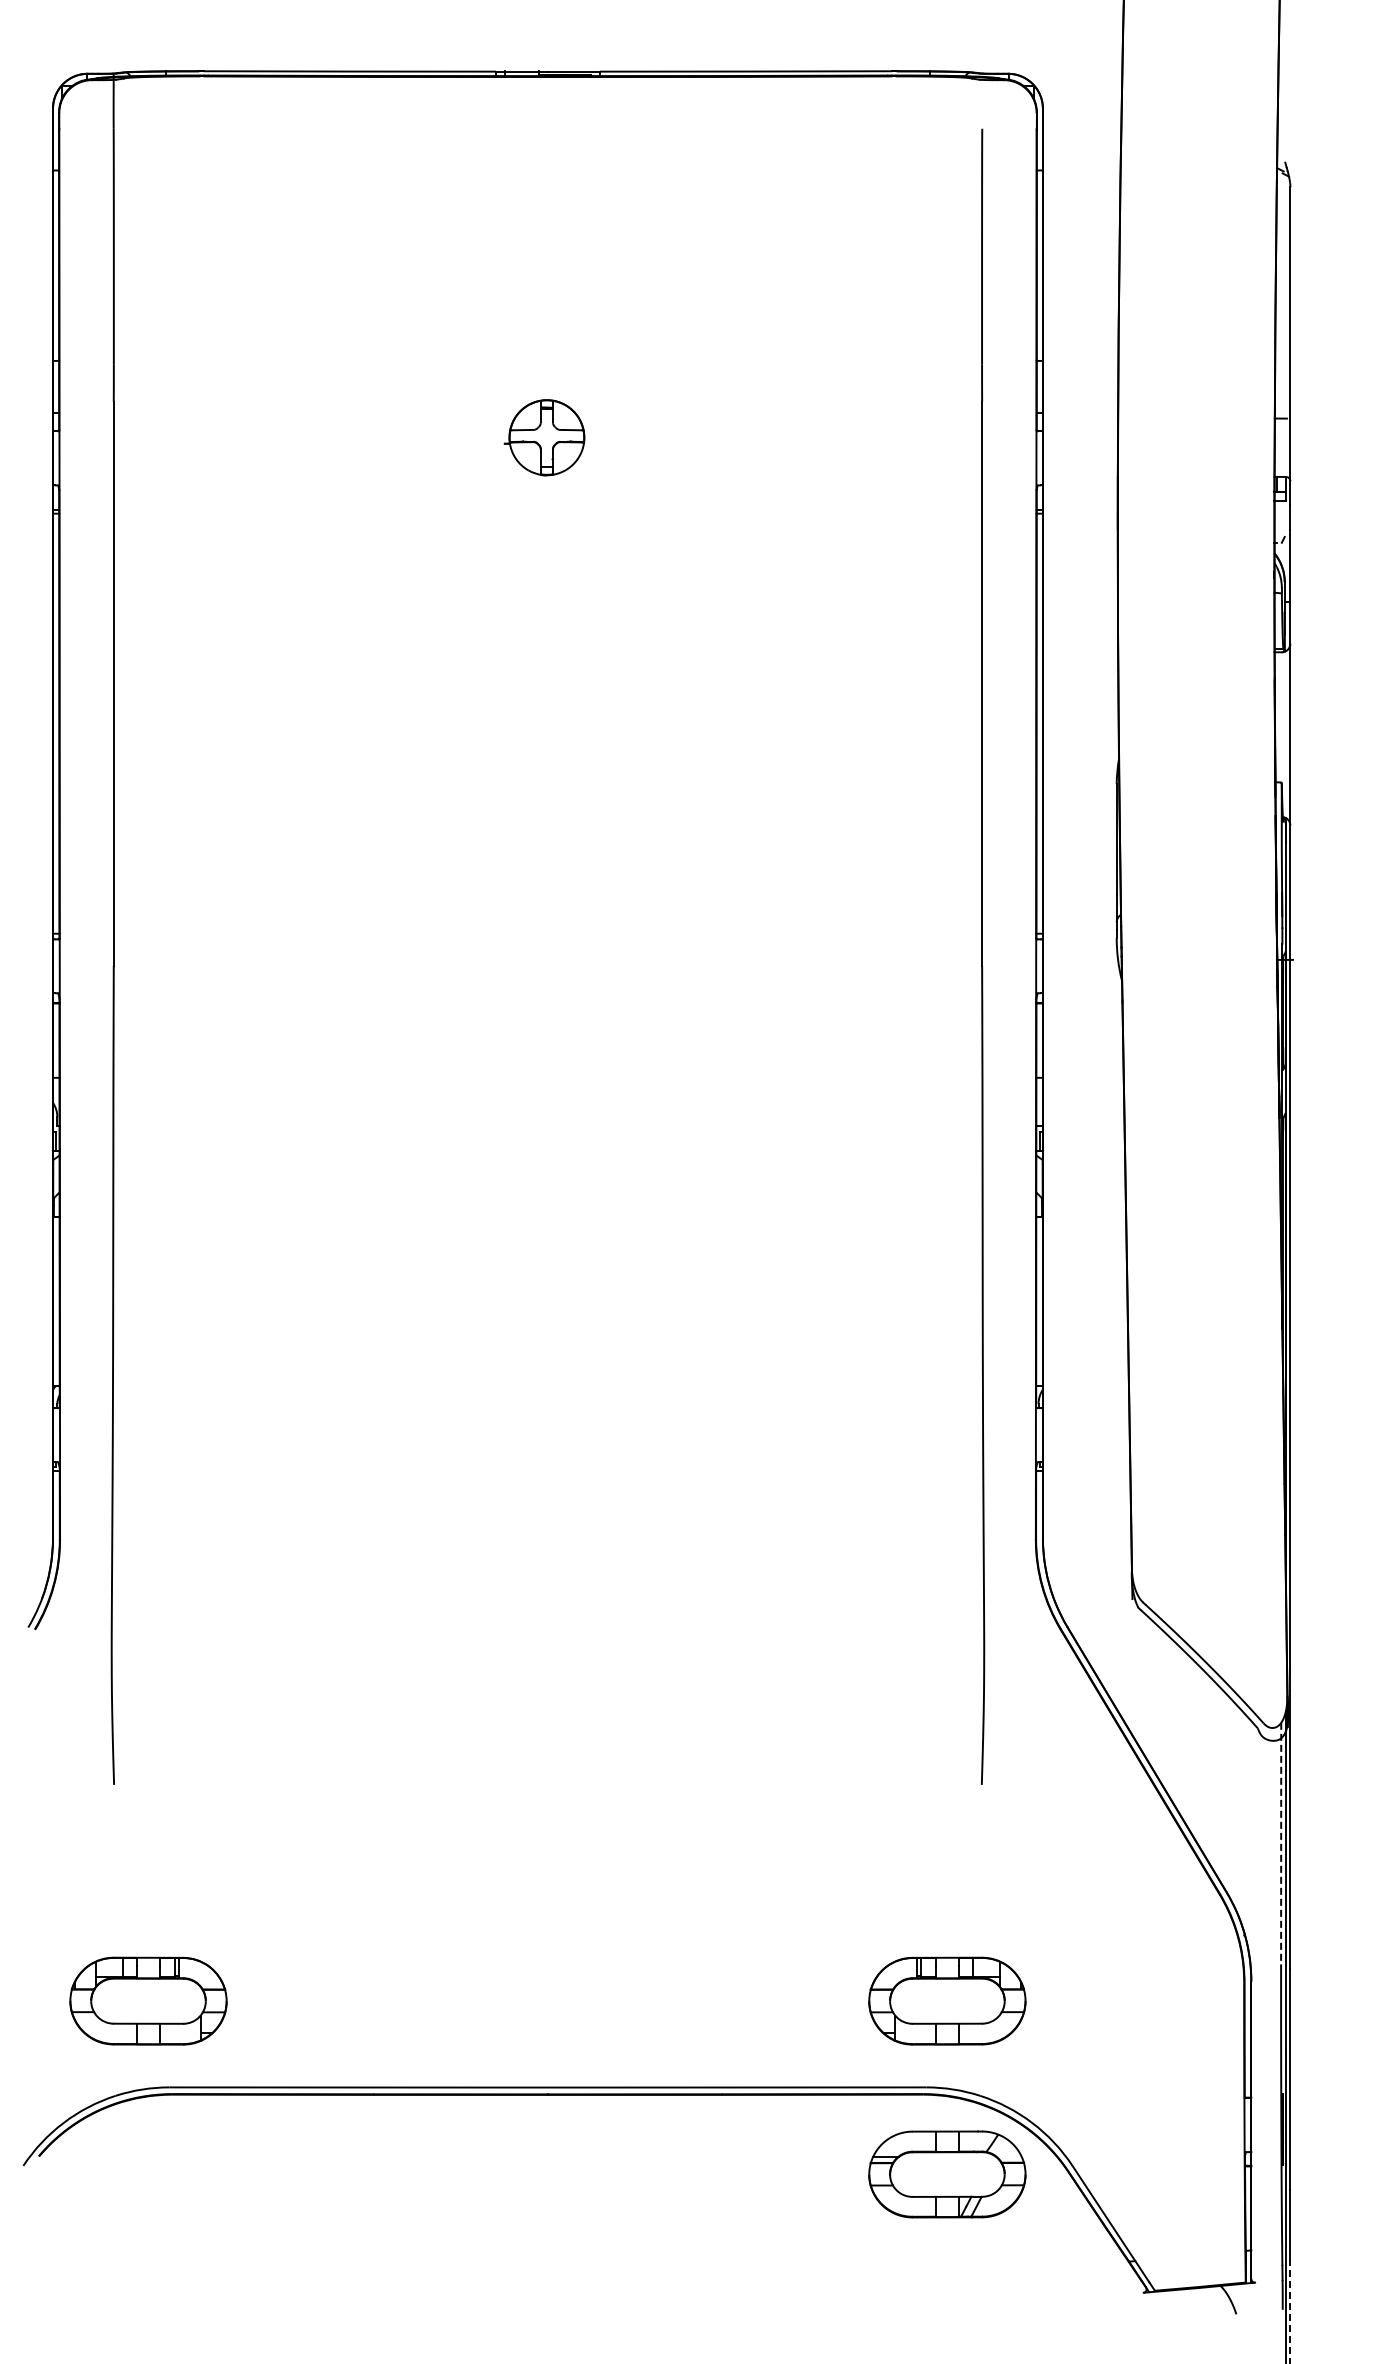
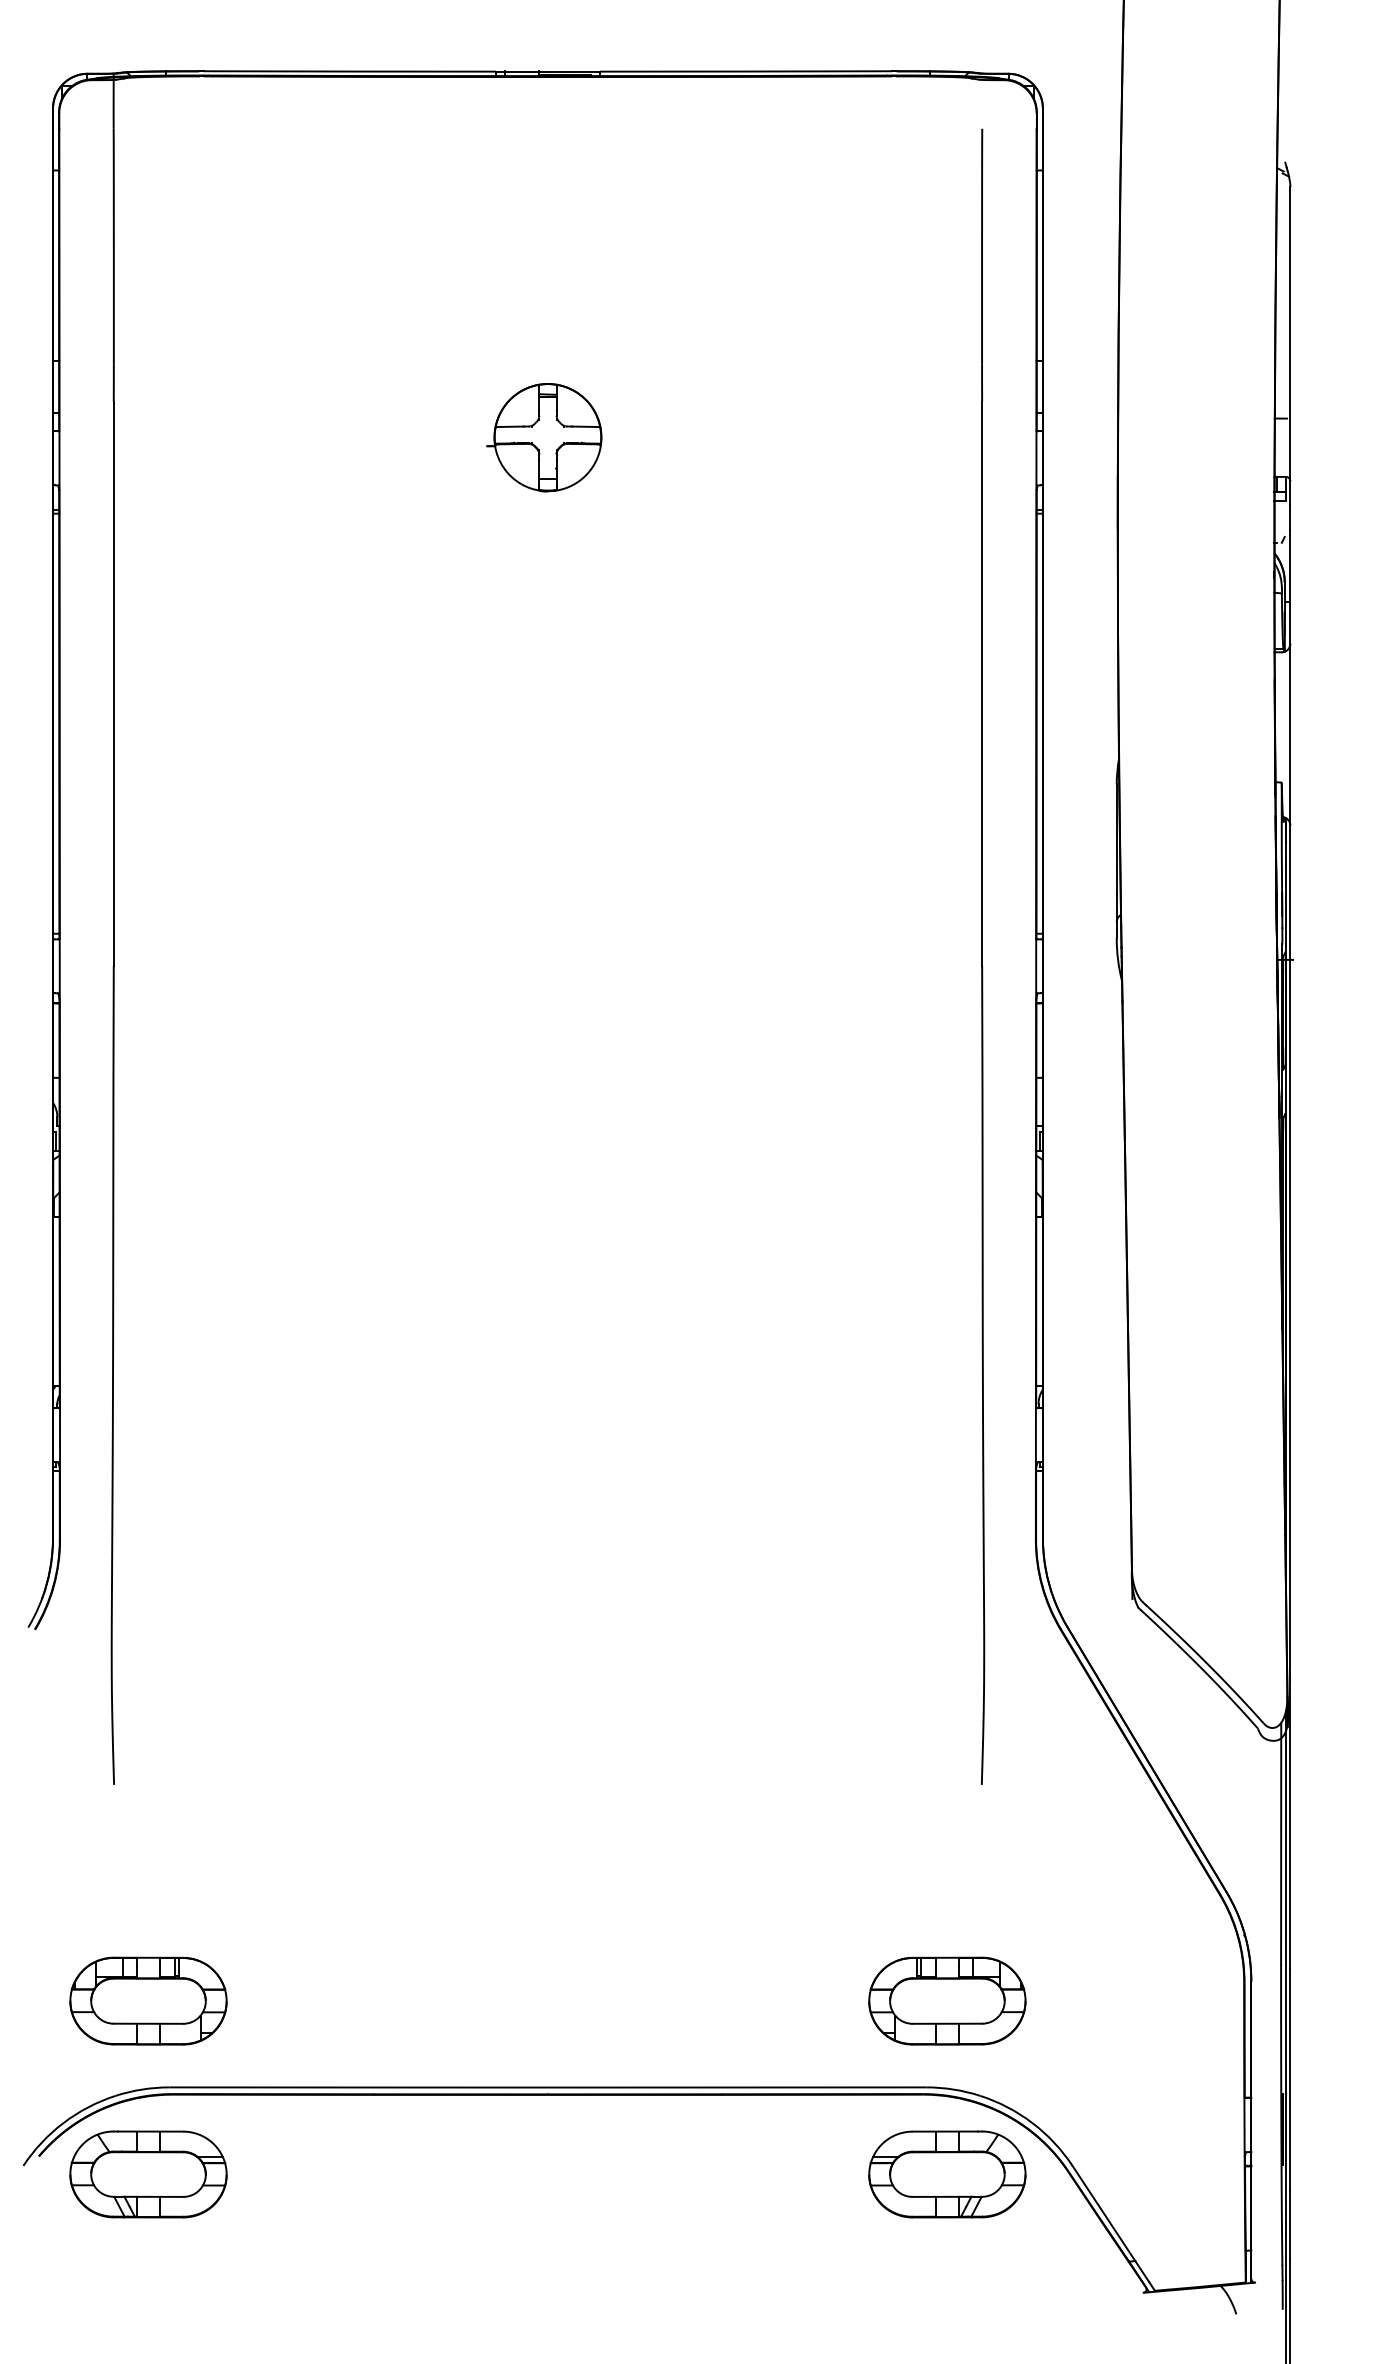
part at (544, 437) size: 83x78 px -> 117x110 px
line at (1281, 1843): dashed -> solid
part at (148, 2174): none -> present
line at (1290, 2310): dashed -> solid
